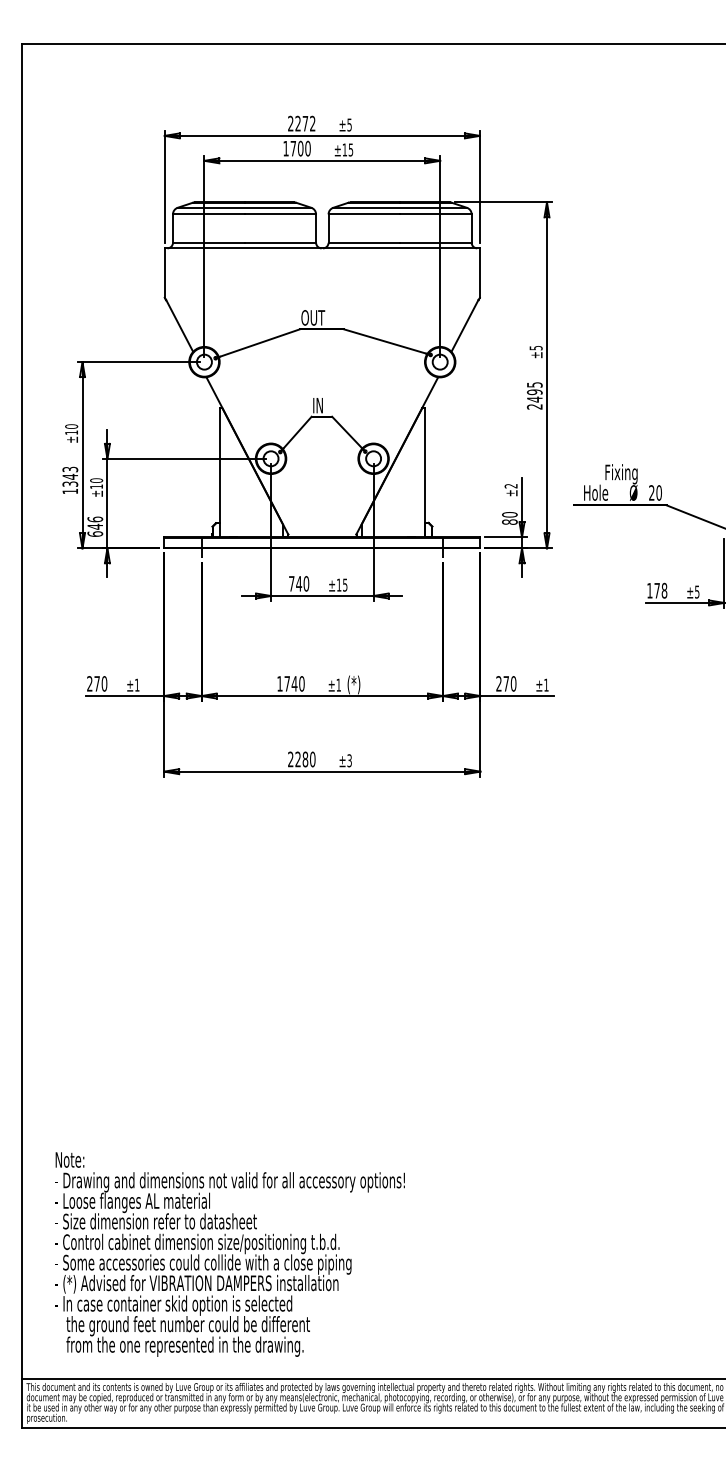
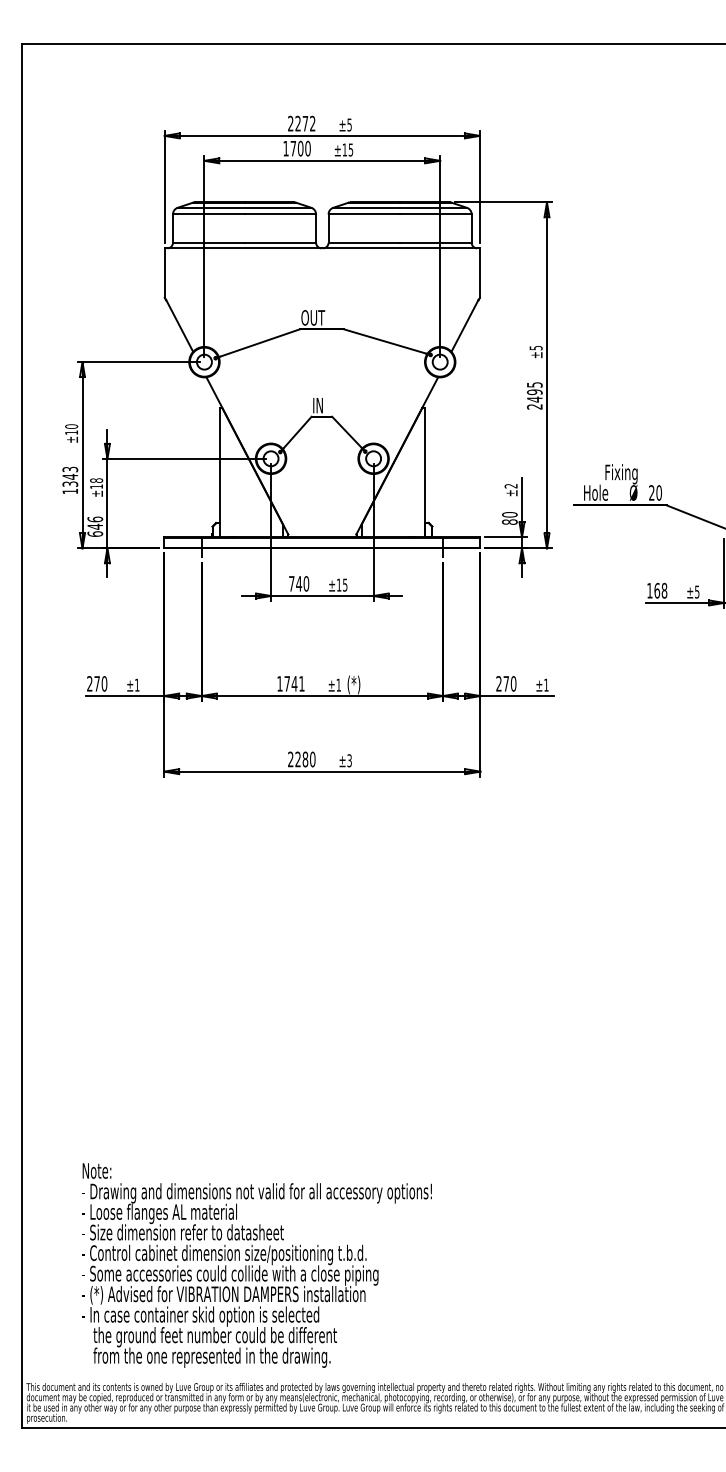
text at (96, 480): ±10 -> ±18
text at (657, 590): 178 -> 168
text at (301, 683): 1740 -> 1741
text at (229, 1254) position: (229, 1254) -> (256, 1265)
line at (371, 1379): present -> none
